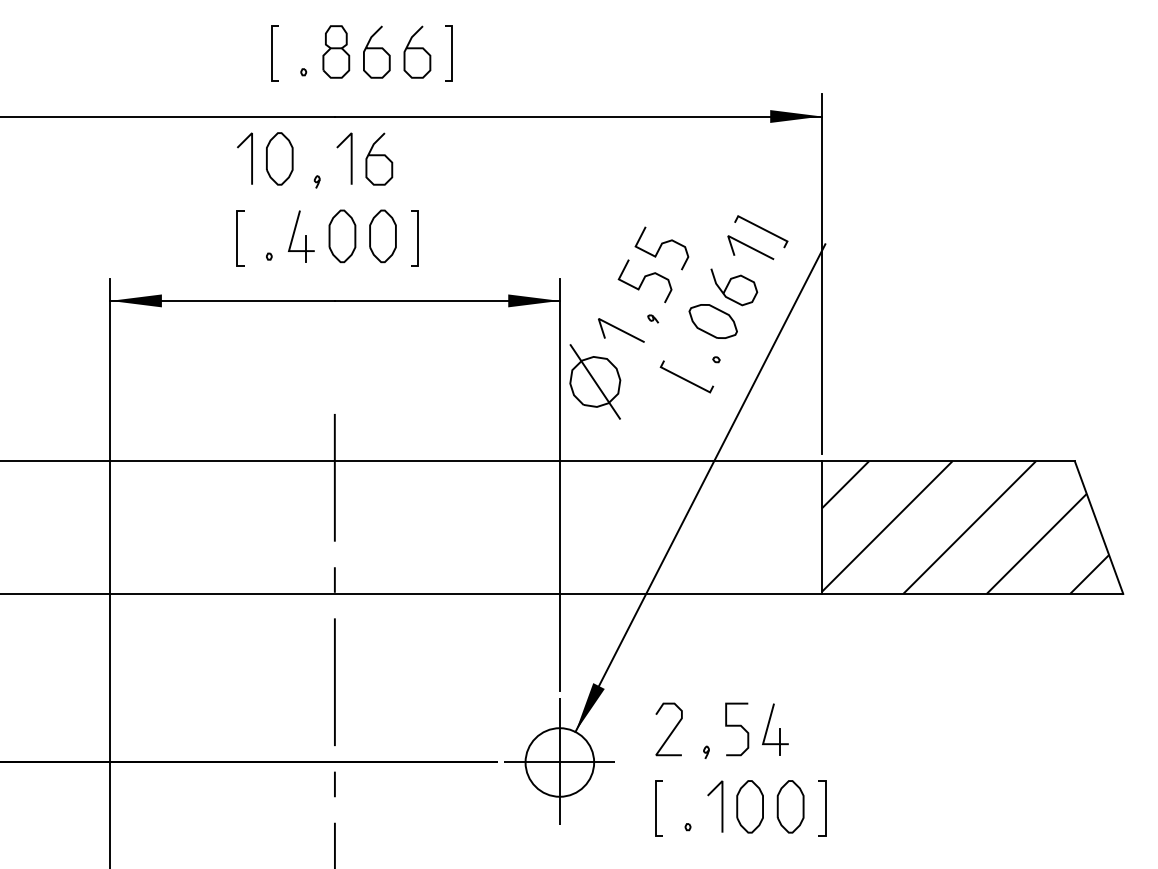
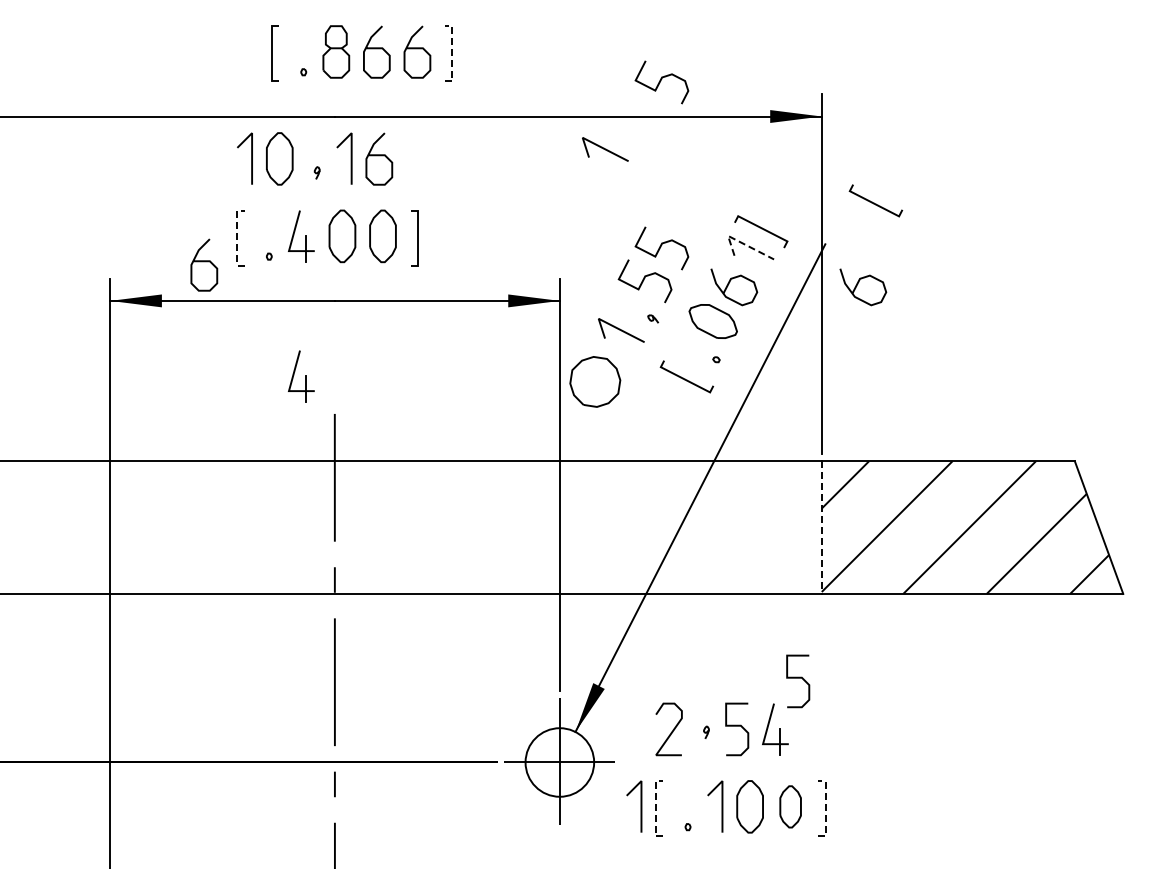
line at (452, 53): solid -> dashed
curve at (661, 81): none -> present
line at (605, 149): none -> present
part at (316, 181) position: (316, 181) -> (316, 172)
line at (874, 202): none -> present
line at (237, 238): solid -> dashed
line at (741, 242): solid -> dashed
curve at (204, 262): none -> present
curve at (858, 284): none -> present
part at (301, 376): none -> present
line at (594, 381): present -> none
line at (821, 528): solid -> dashed
curve at (798, 678): none -> present
part at (706, 751) position: (706, 751) -> (706, 731)
line at (640, 806): none -> present
part at (790, 806) size: 29x54 px -> 23x44 px
line at (656, 808): solid -> dashed
line at (825, 808): solid -> dashed
